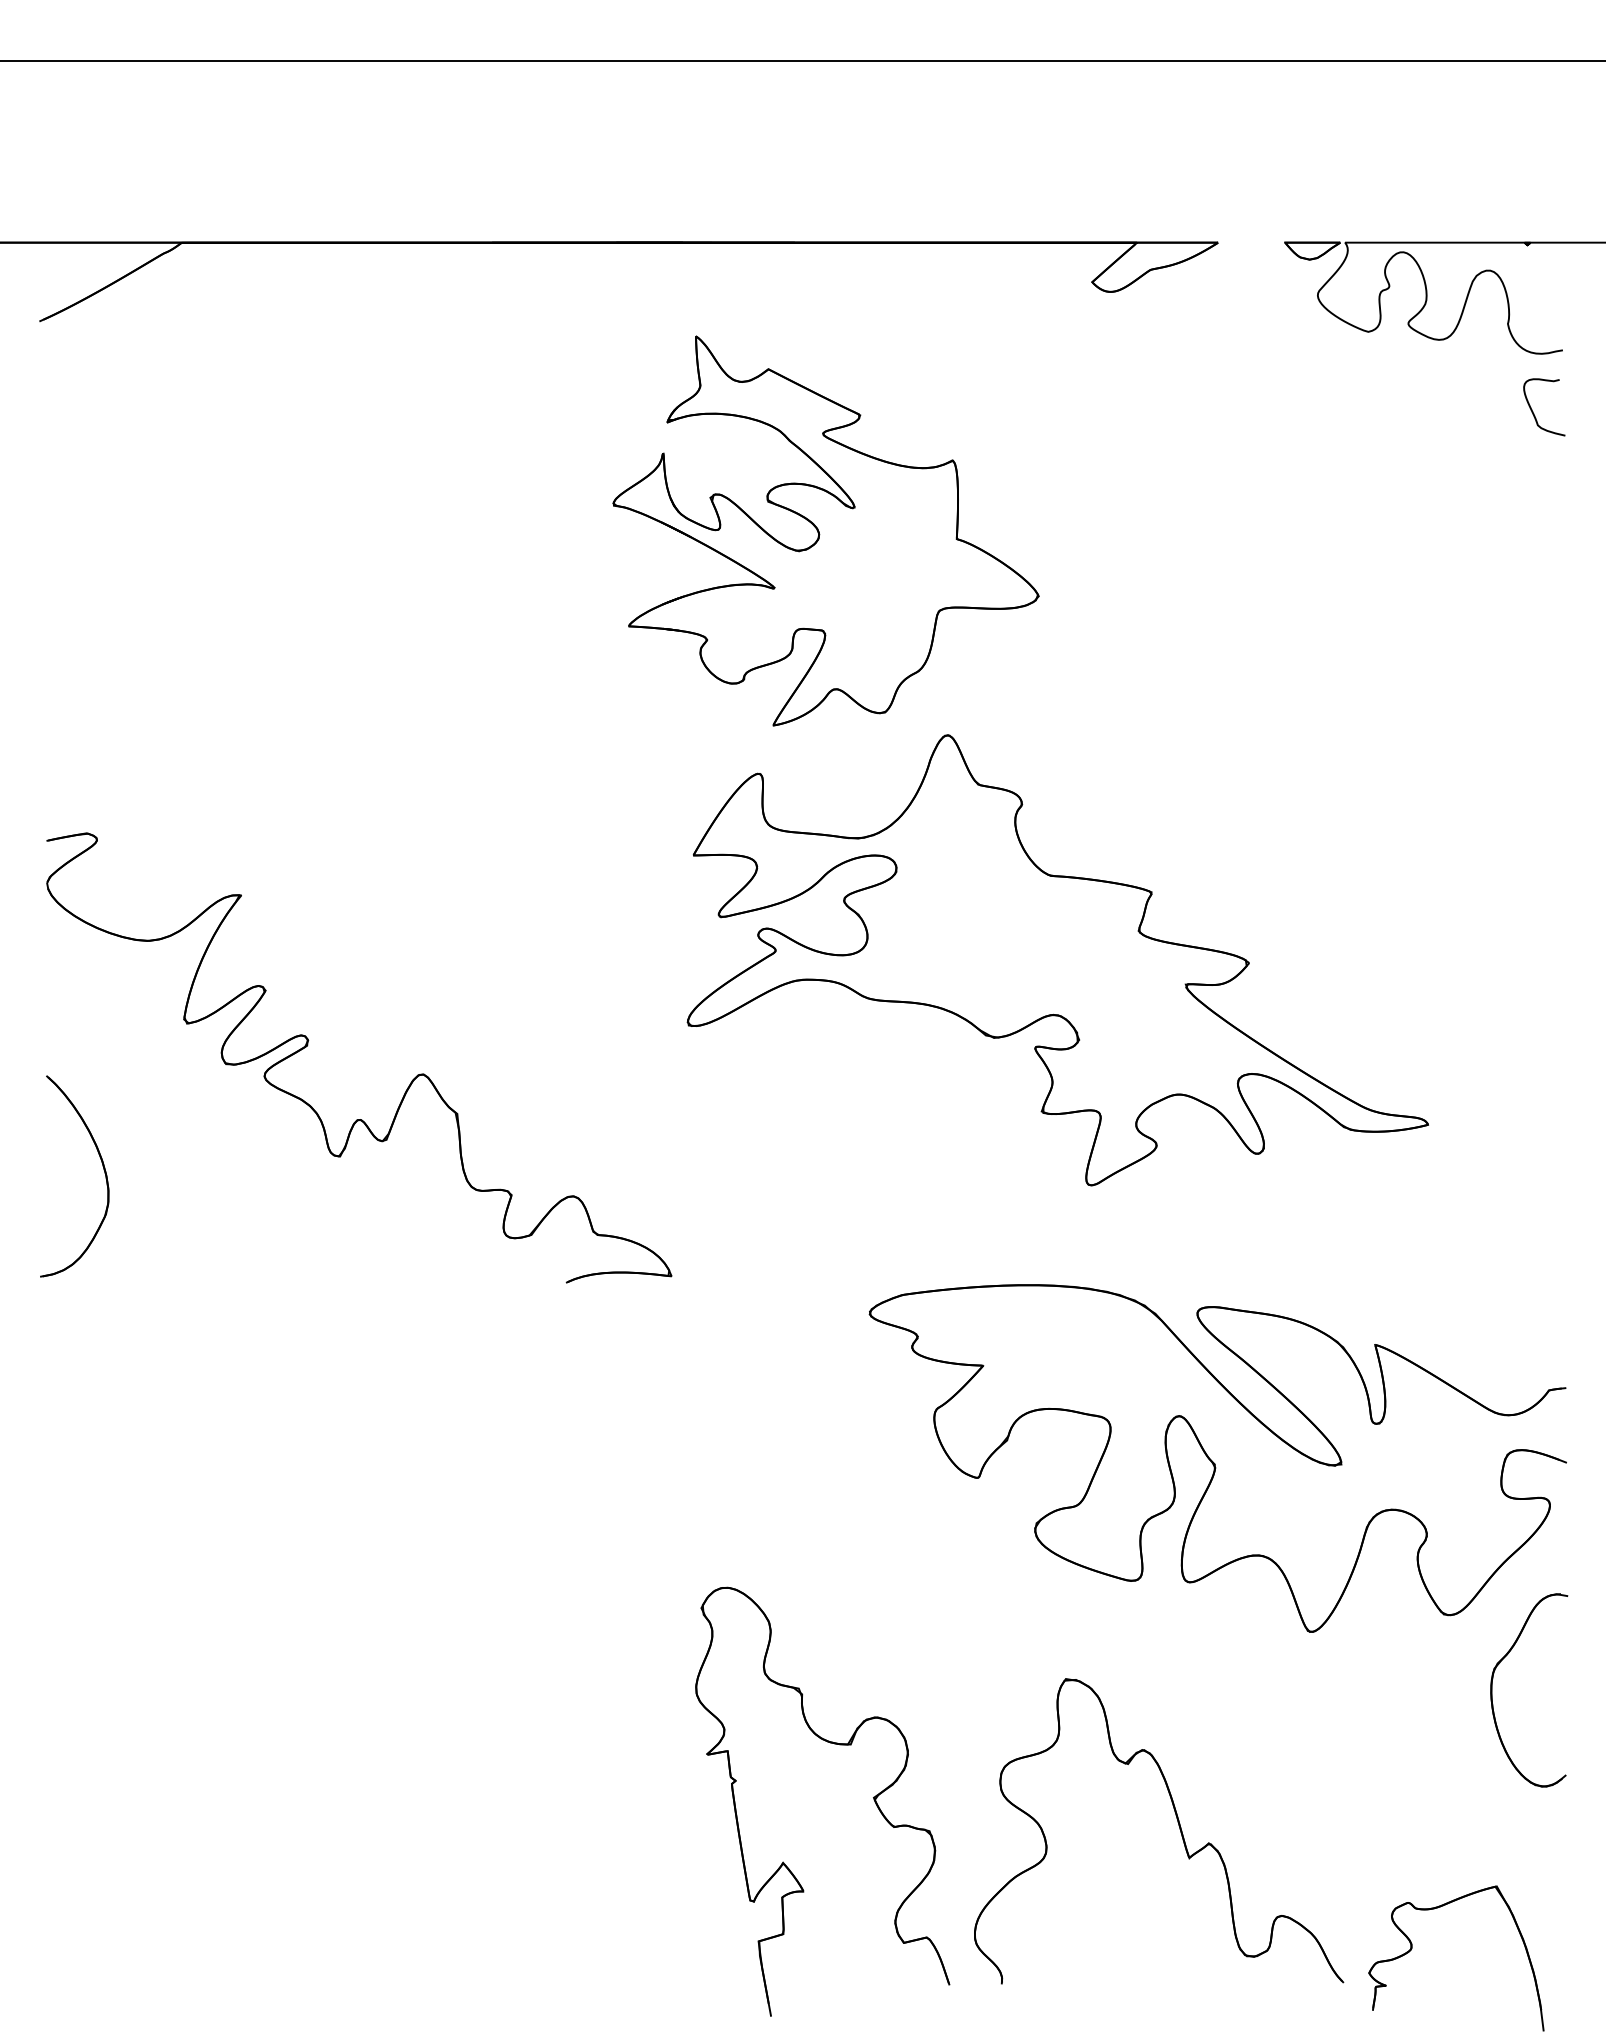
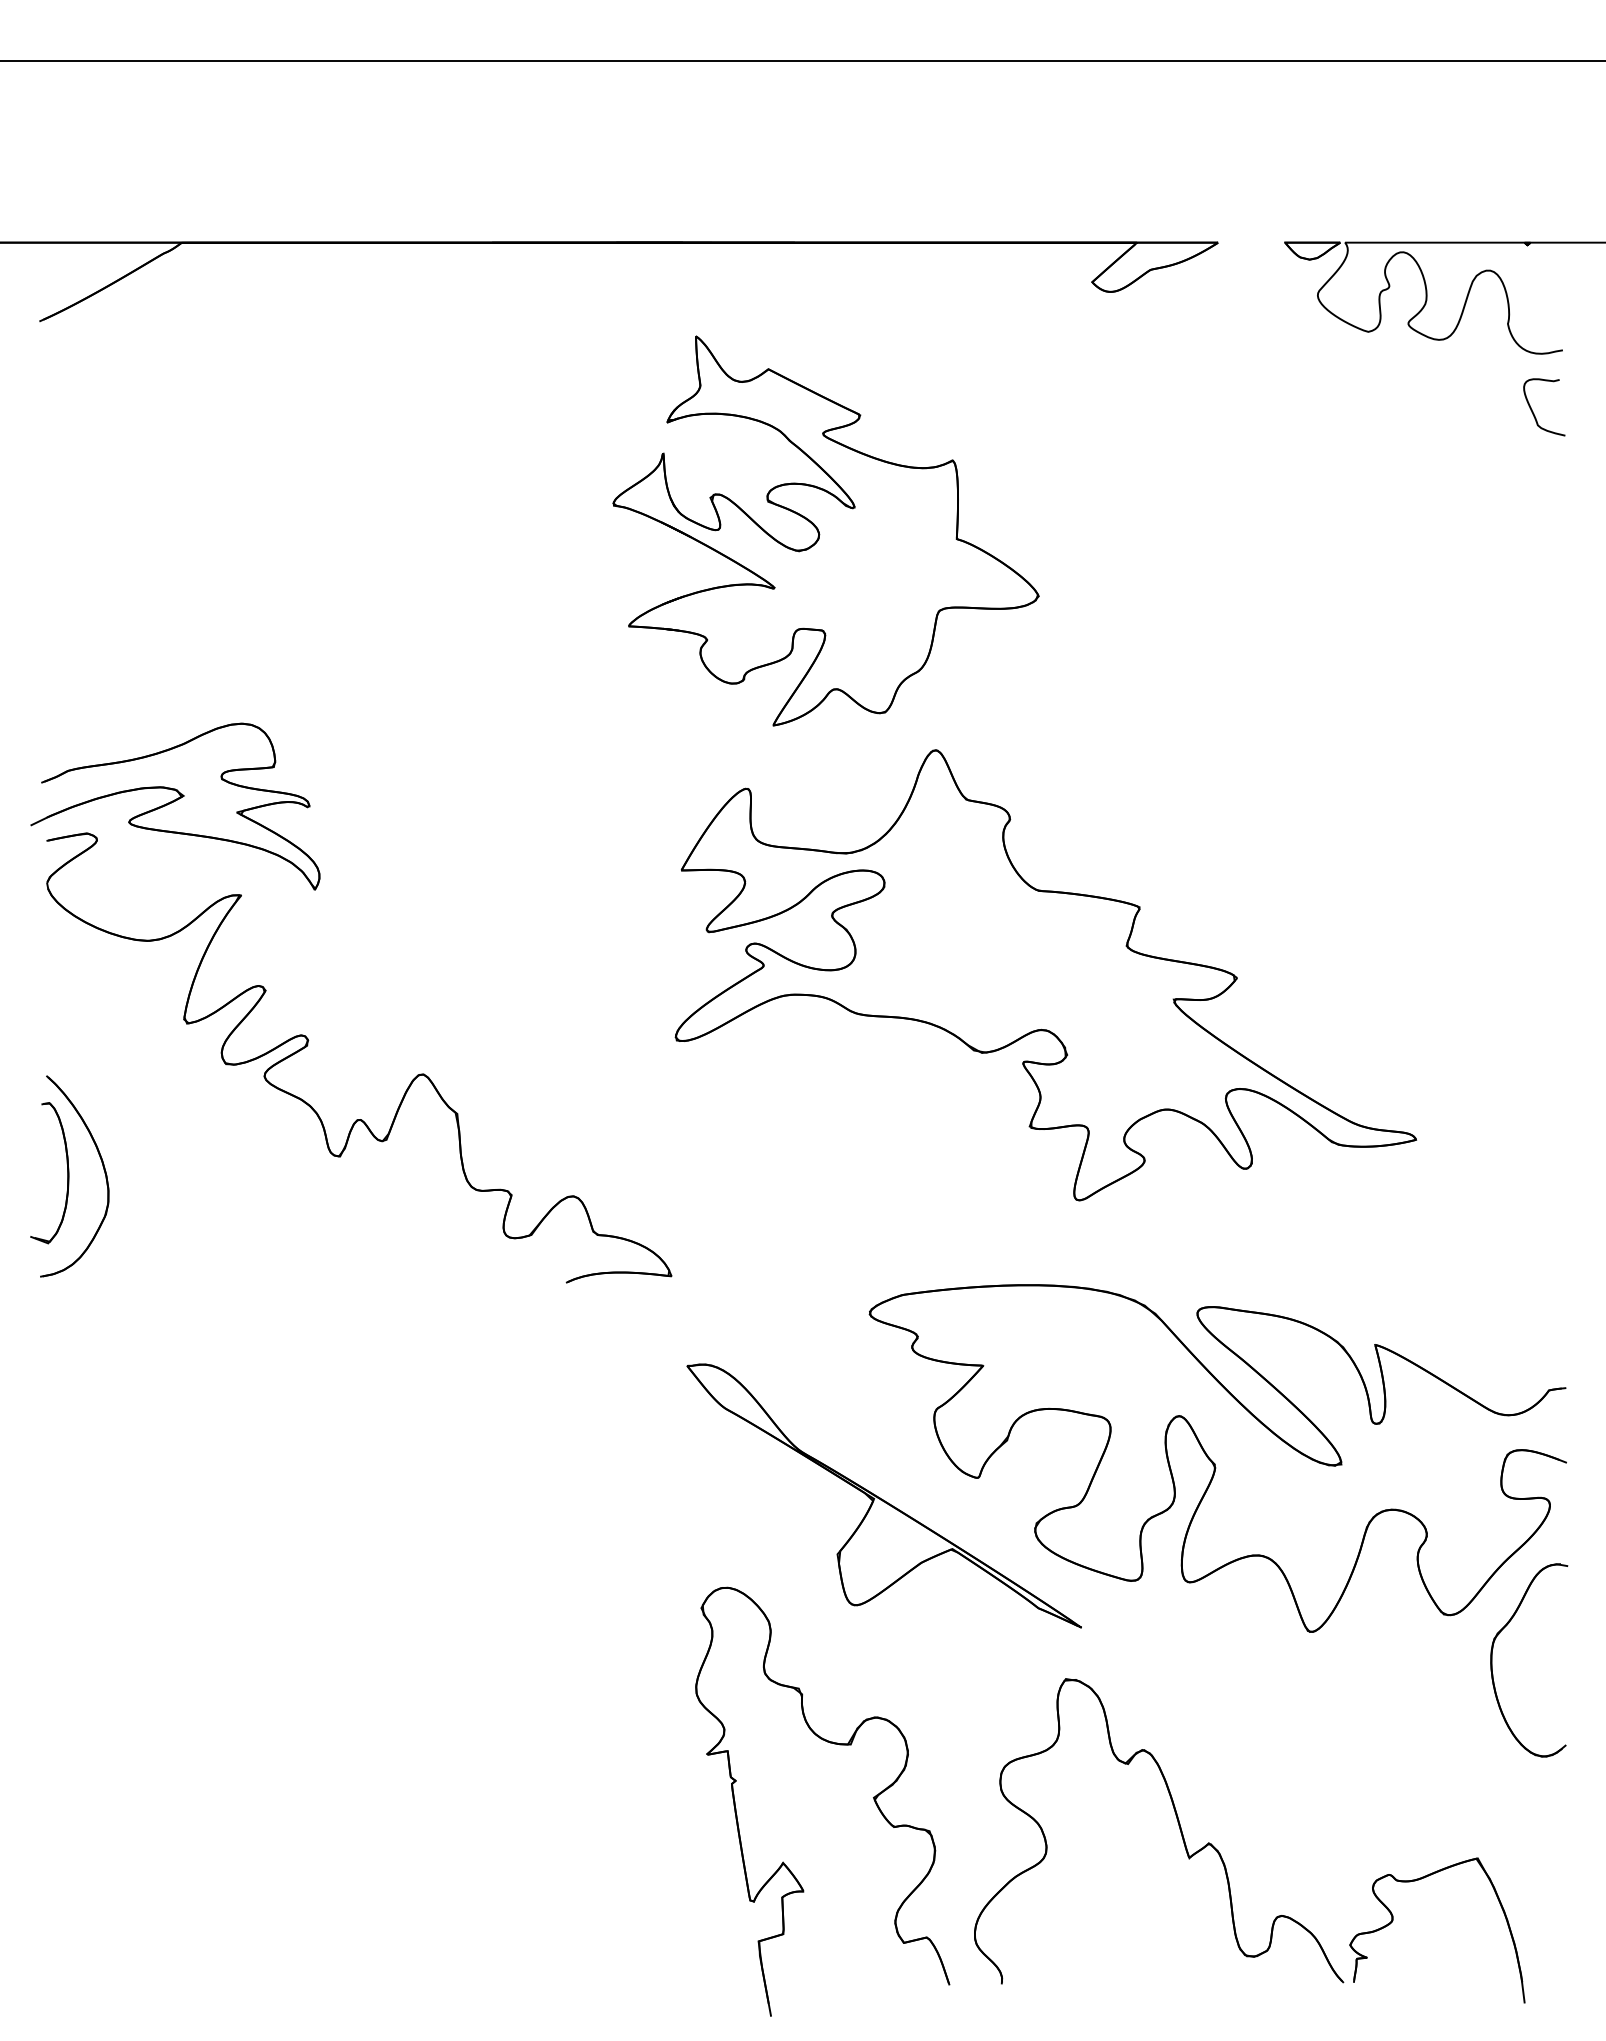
part at (175, 806): none -> present
part at (1057, 960) position: (1057, 960) -> (1045, 975)
part at (67, 1173): none -> present
part at (883, 1495): none -> present
part at (1492, 1690) position: (1492, 1690) -> (1492, 1660)
part at (1412, 1948) position: (1412, 1948) -> (1393, 1920)
